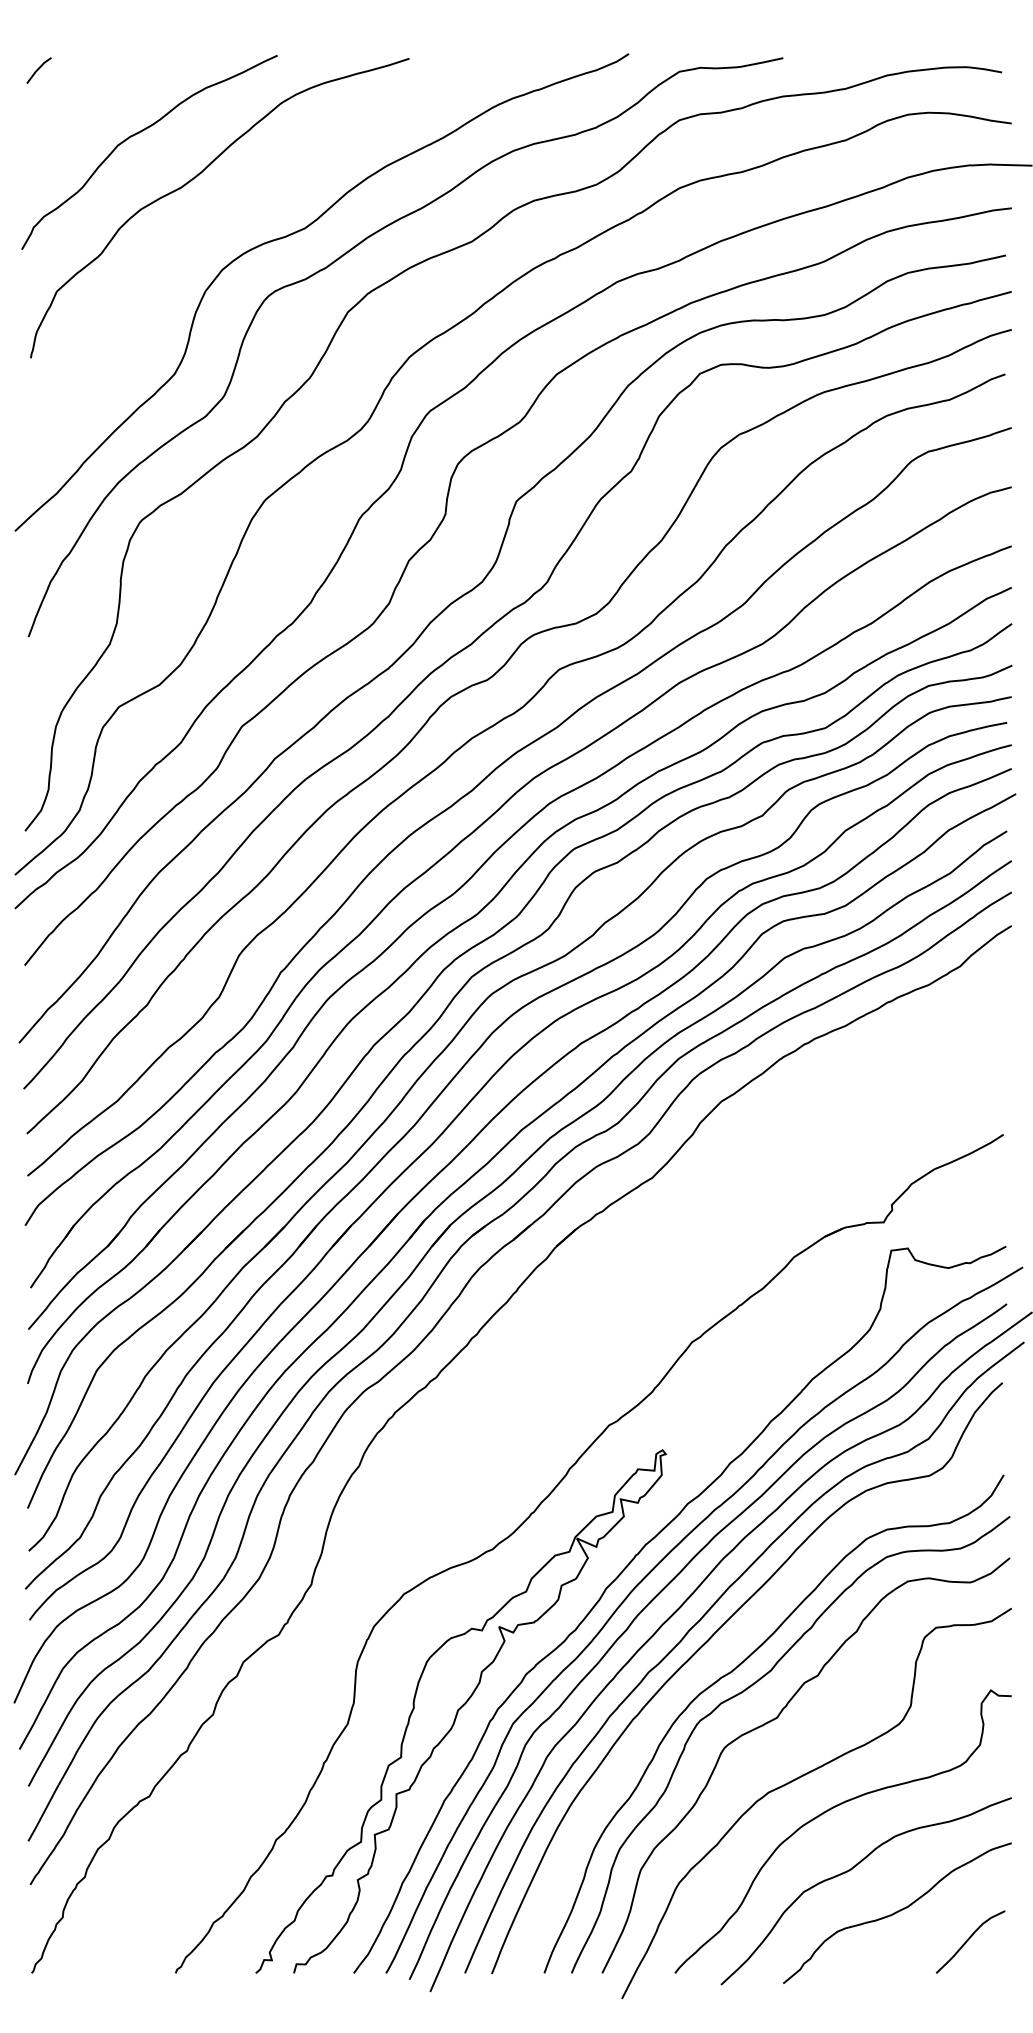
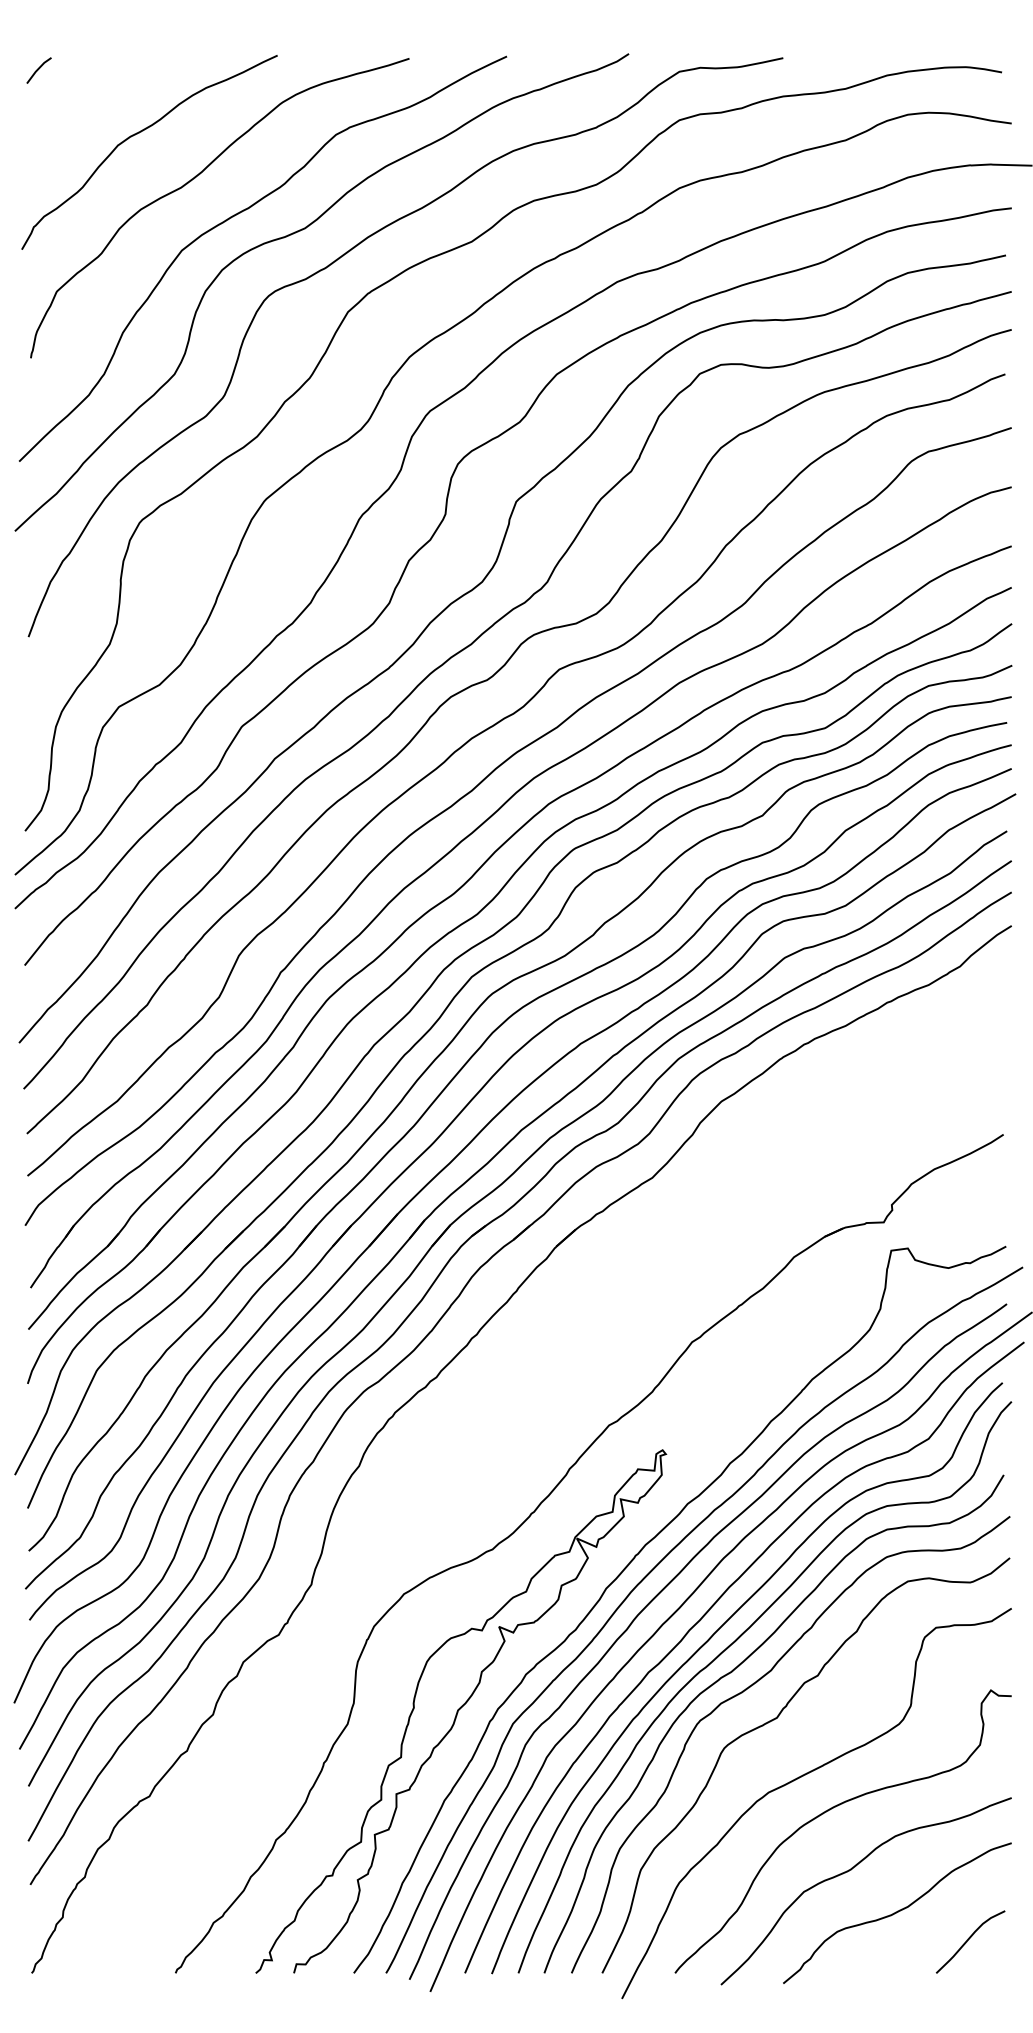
curve at (240, 213): none -> present
curve at (727, 1649): none -> present
